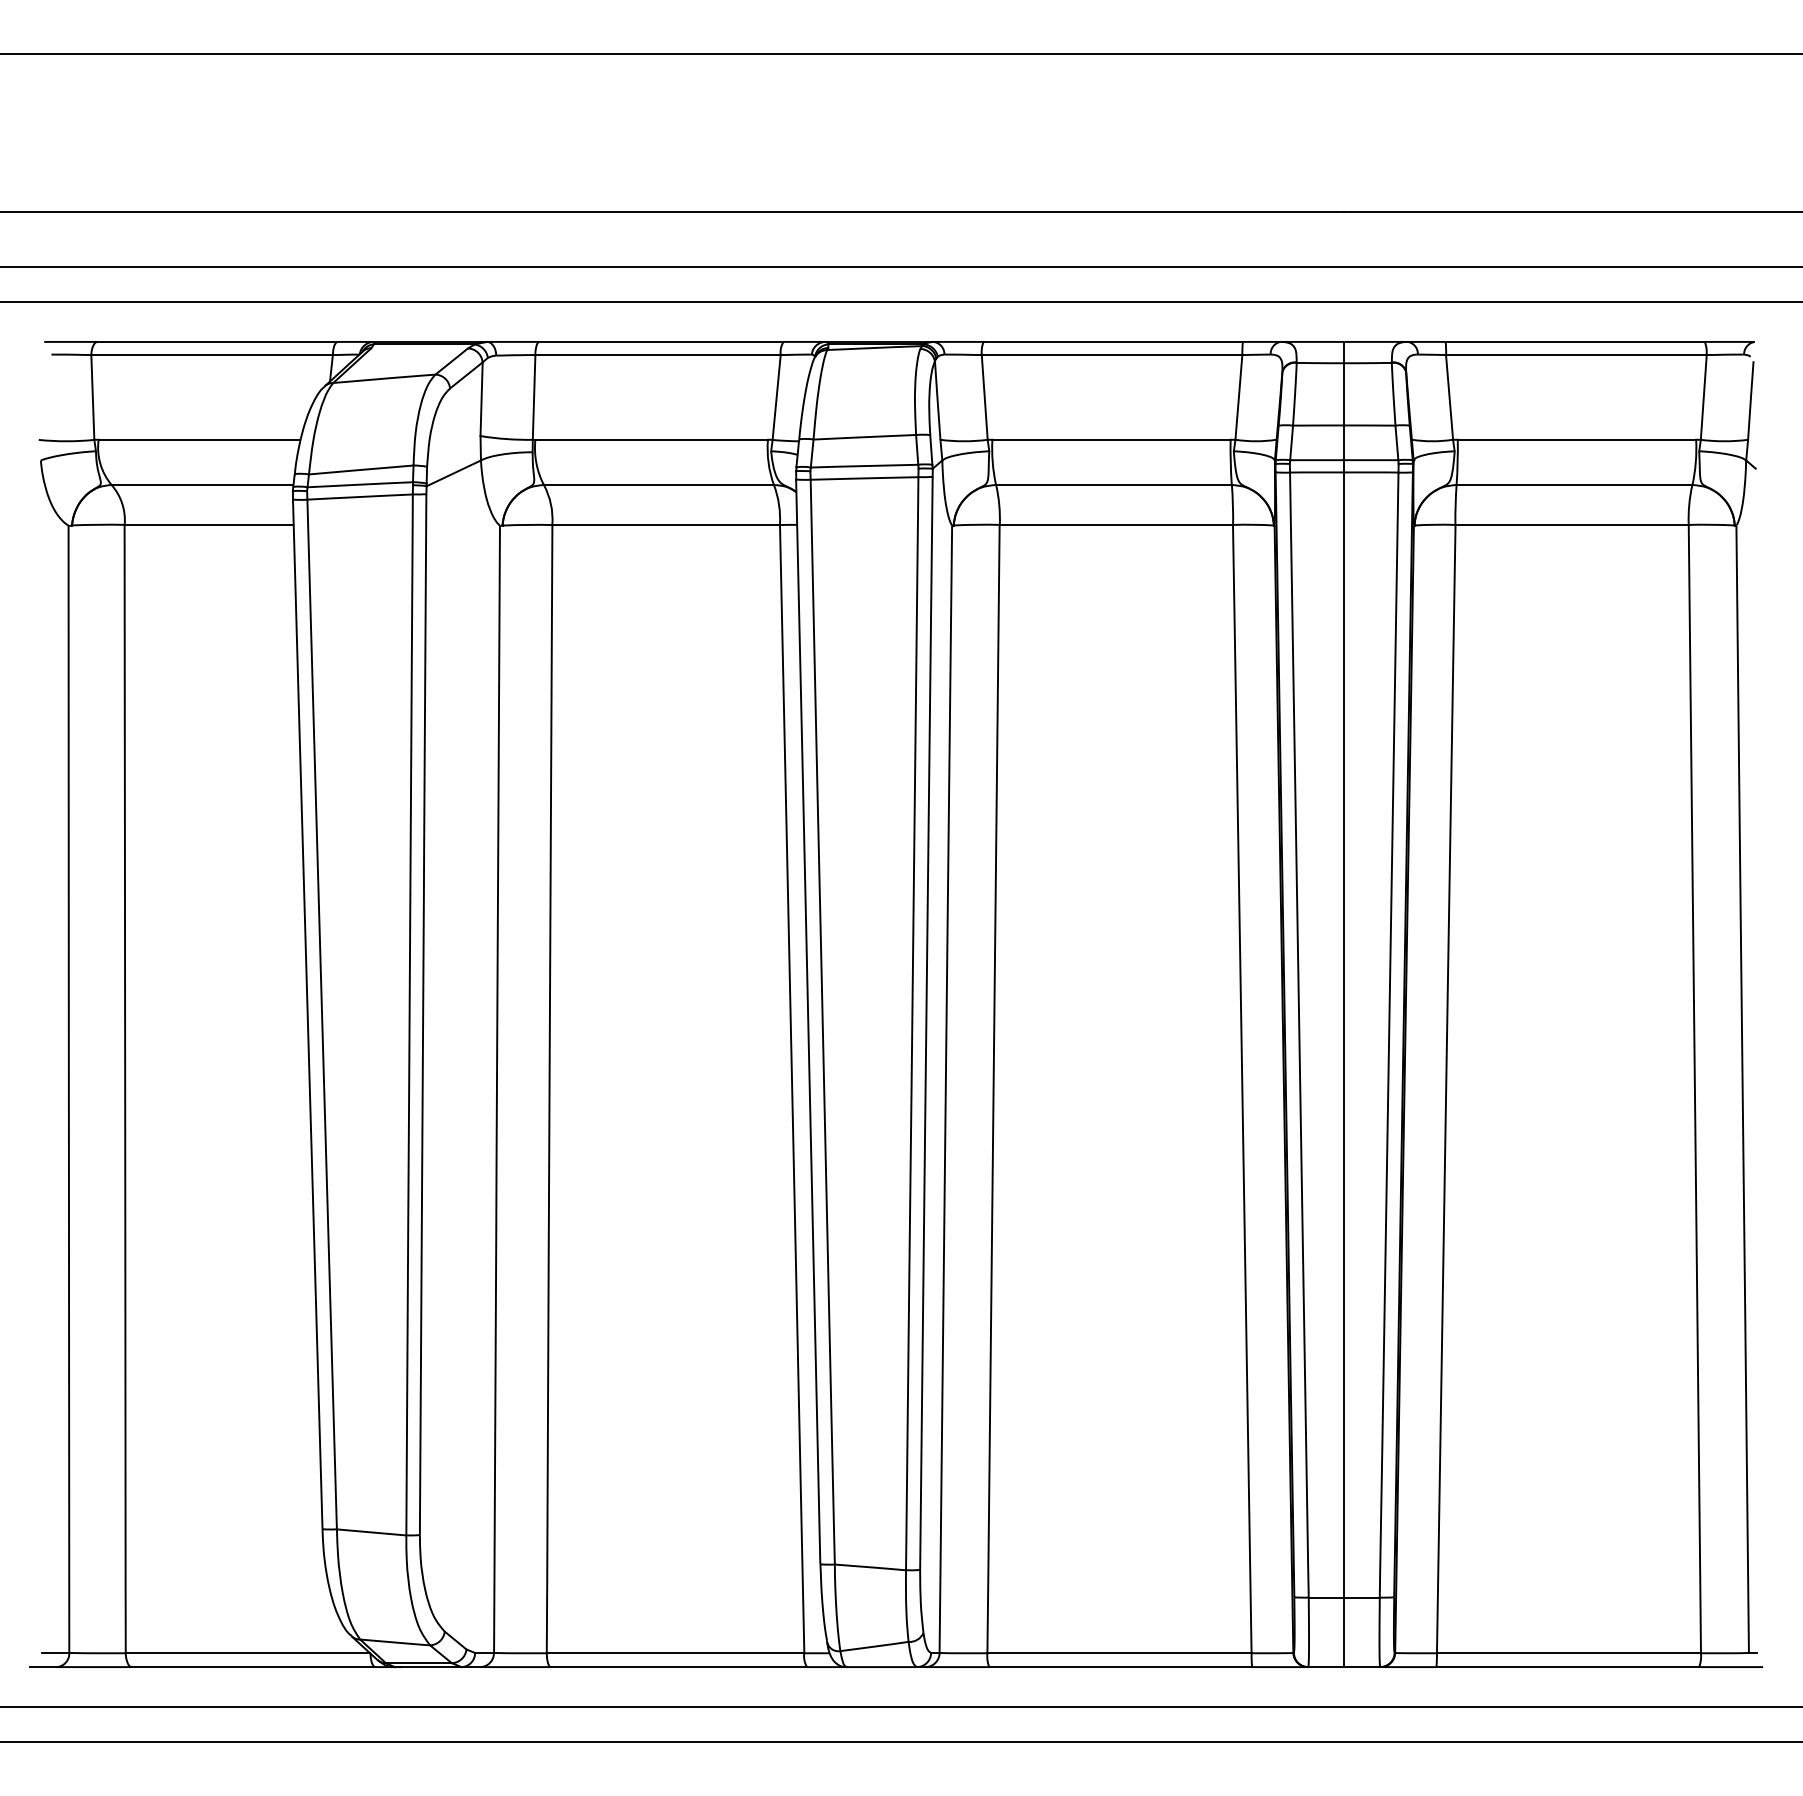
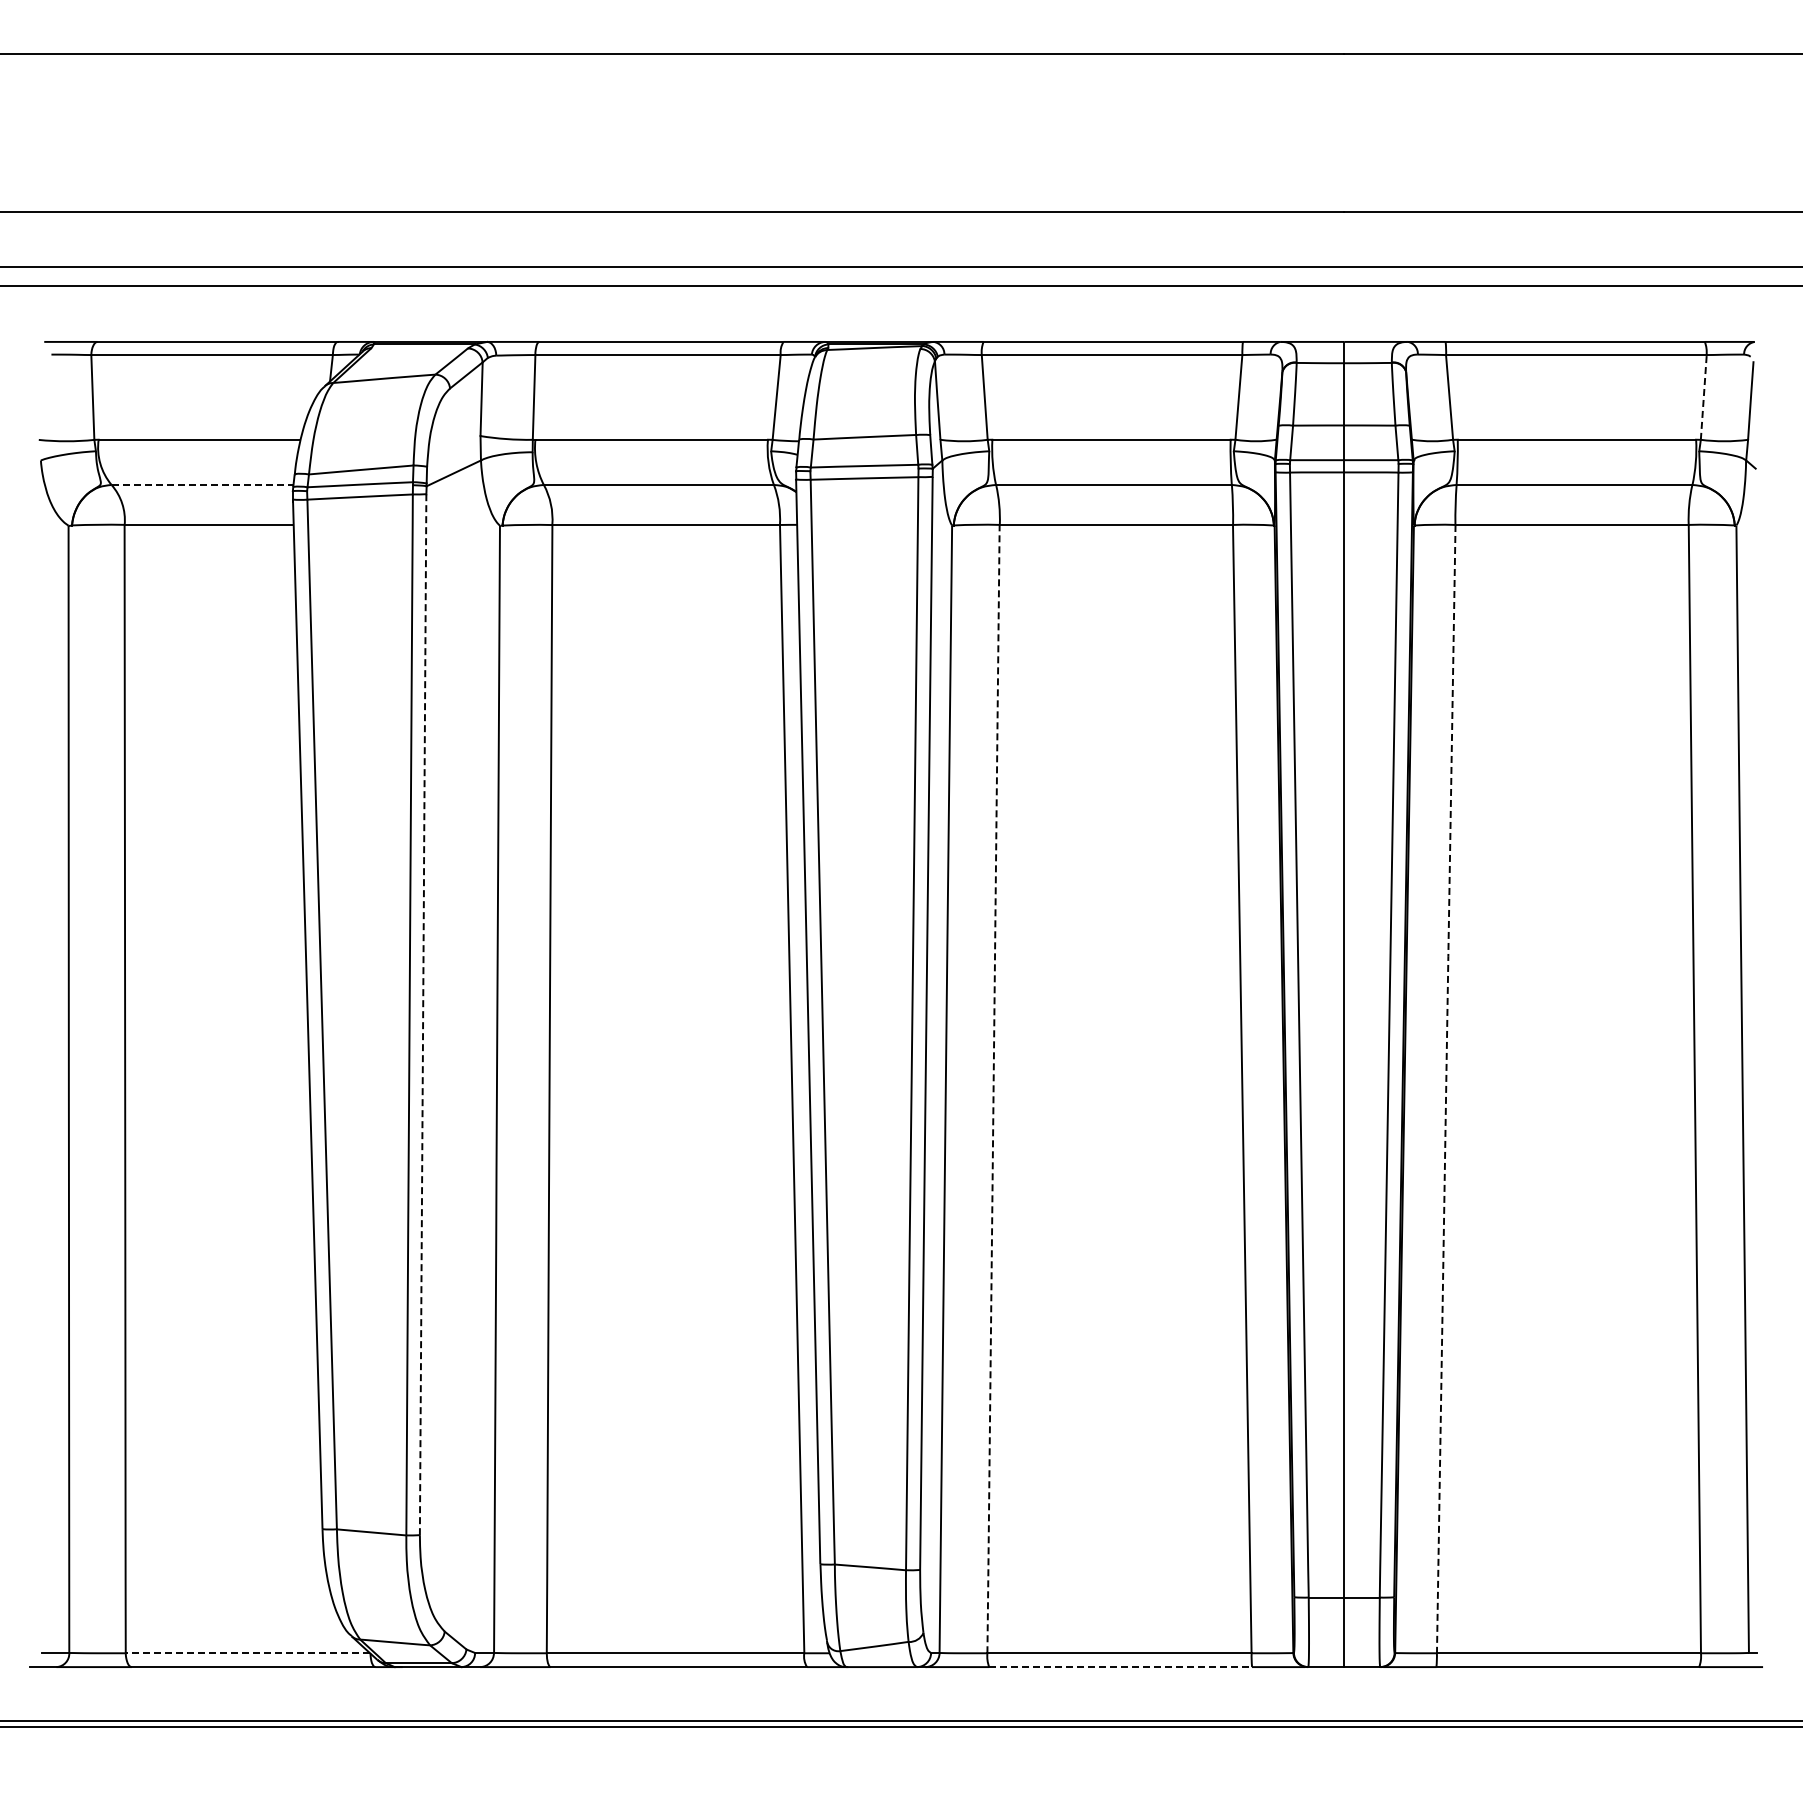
line at (900, 301) position: (900, 301) -> (900, 285)
line at (1703, 397): solid -> dashed
line at (202, 484): solid -> dashed
line at (423, 1012): solid -> dashed
line at (1446, 1087): solid -> dashed
line at (993, 1090): solid -> dashed
line at (247, 1653): solid -> dashed
line at (1121, 1667): solid -> dashed
line at (900, 1707) position: (900, 1707) -> (900, 1727)
line at (900, 1742) position: (900, 1742) -> (900, 1721)
